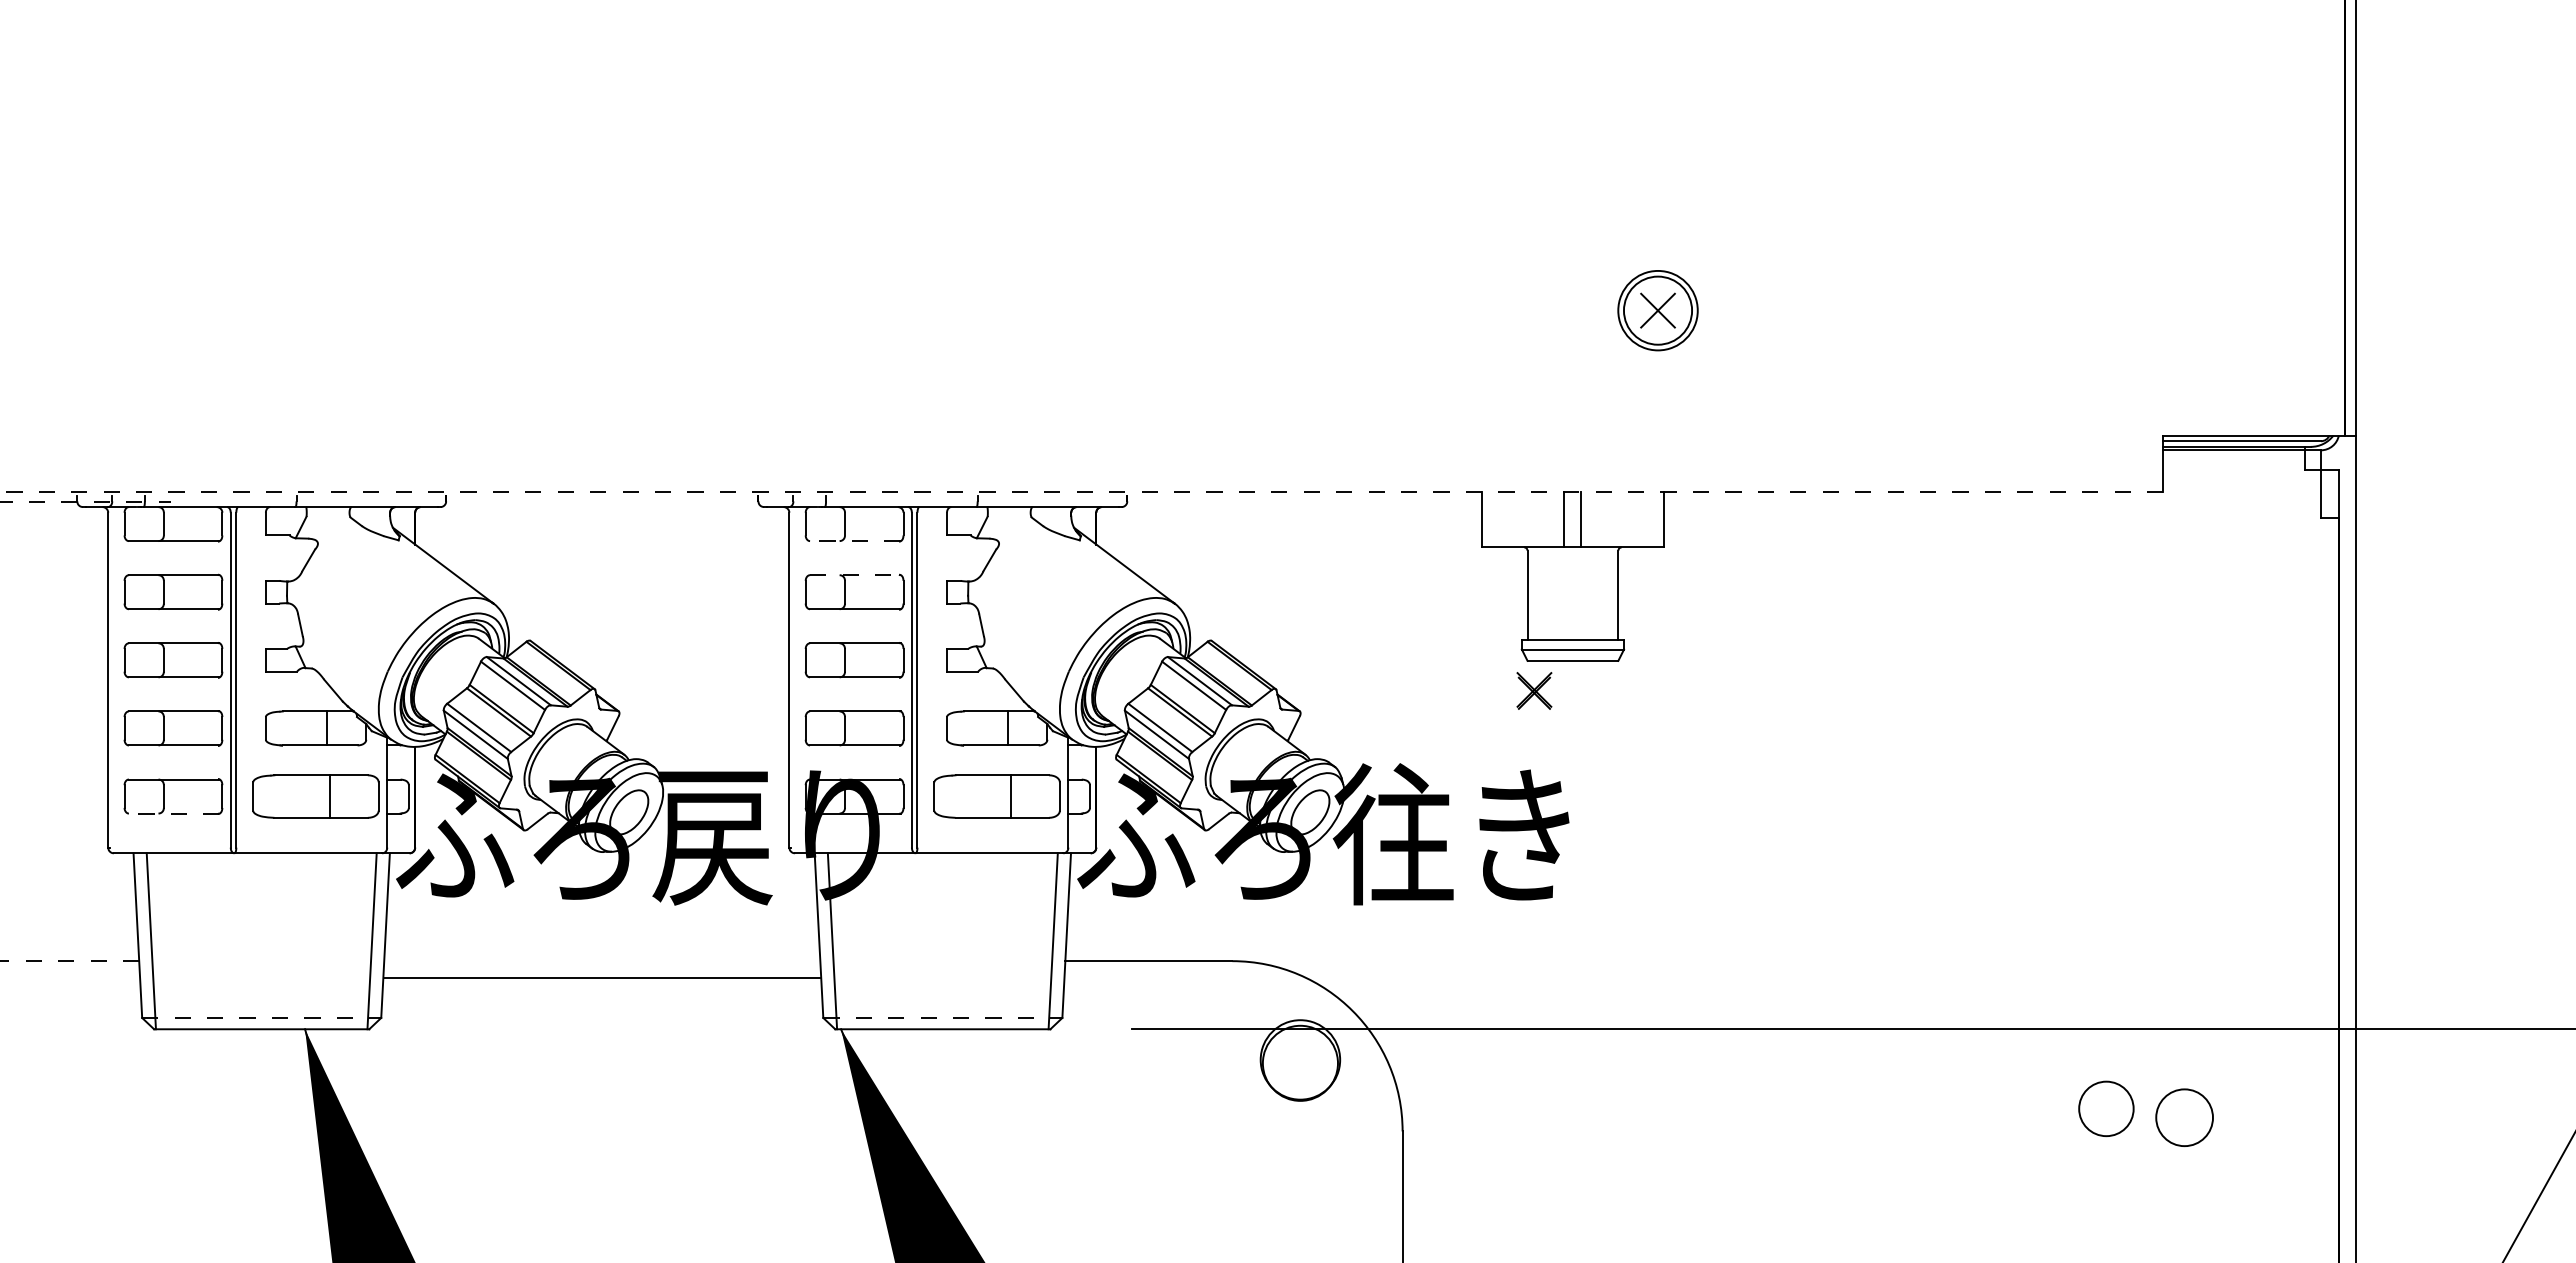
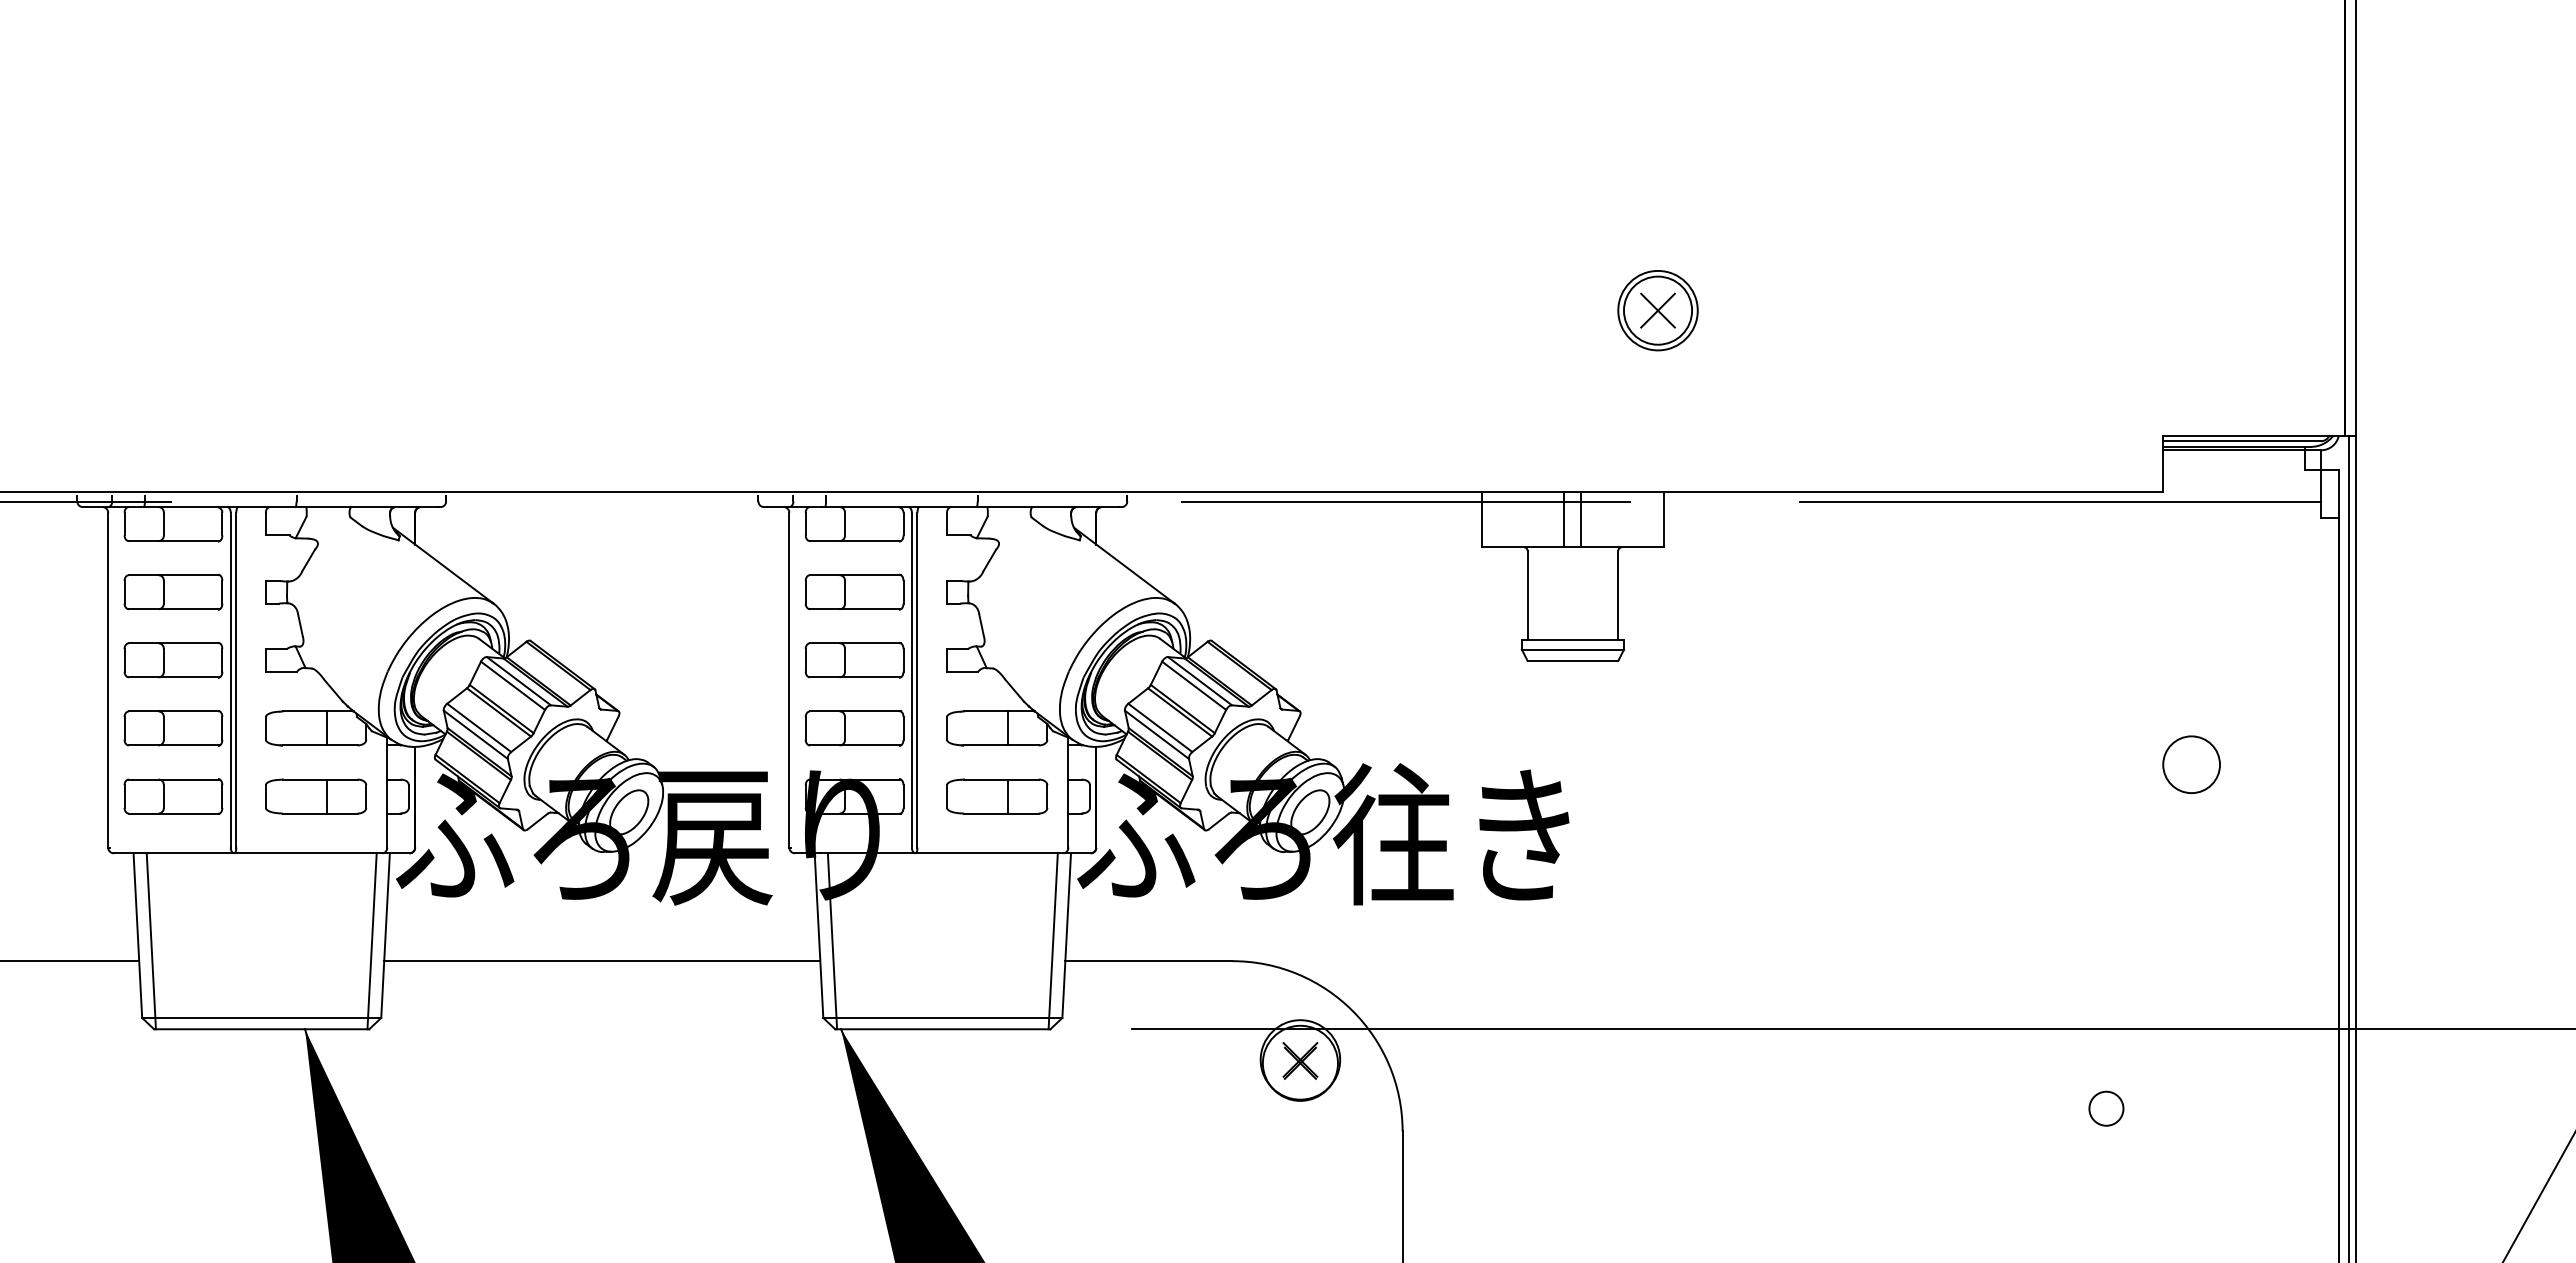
line at (1082, 492): dashed -> solid
line at (85, 501): dashed -> solid
line at (1405, 501): none -> present
line at (2060, 501): none -> present
line at (854, 541): dashed -> solid
line at (855, 575): dashed -> solid
part at (1534, 690) position: (1534, 690) -> (1300, 1060)
part at (315, 796) size: 128x45 px -> 103x37 px
part at (996, 796) size: 128x45 px -> 103x37 px
line at (173, 813): dashed -> solid
line at (2349, 847): none -> present
line at (69, 961): dashed -> solid
line at (602, 978) position: (602, 978) -> (602, 961)
line at (261, 1017): dashed -> solid
line at (942, 1017): dashed -> solid
circle at (2106, 1108) size: 57x57 px -> 37x37 px
circle at (2184, 1117) position: (2184, 1117) -> (2191, 764)
